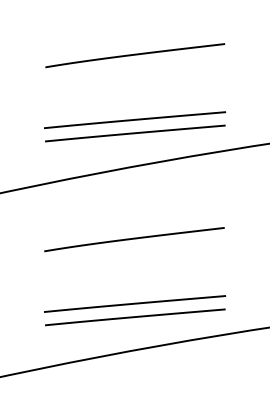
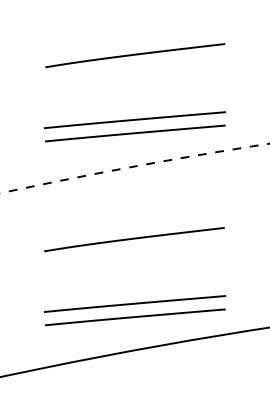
arc at (134, 166): solid -> dashed
